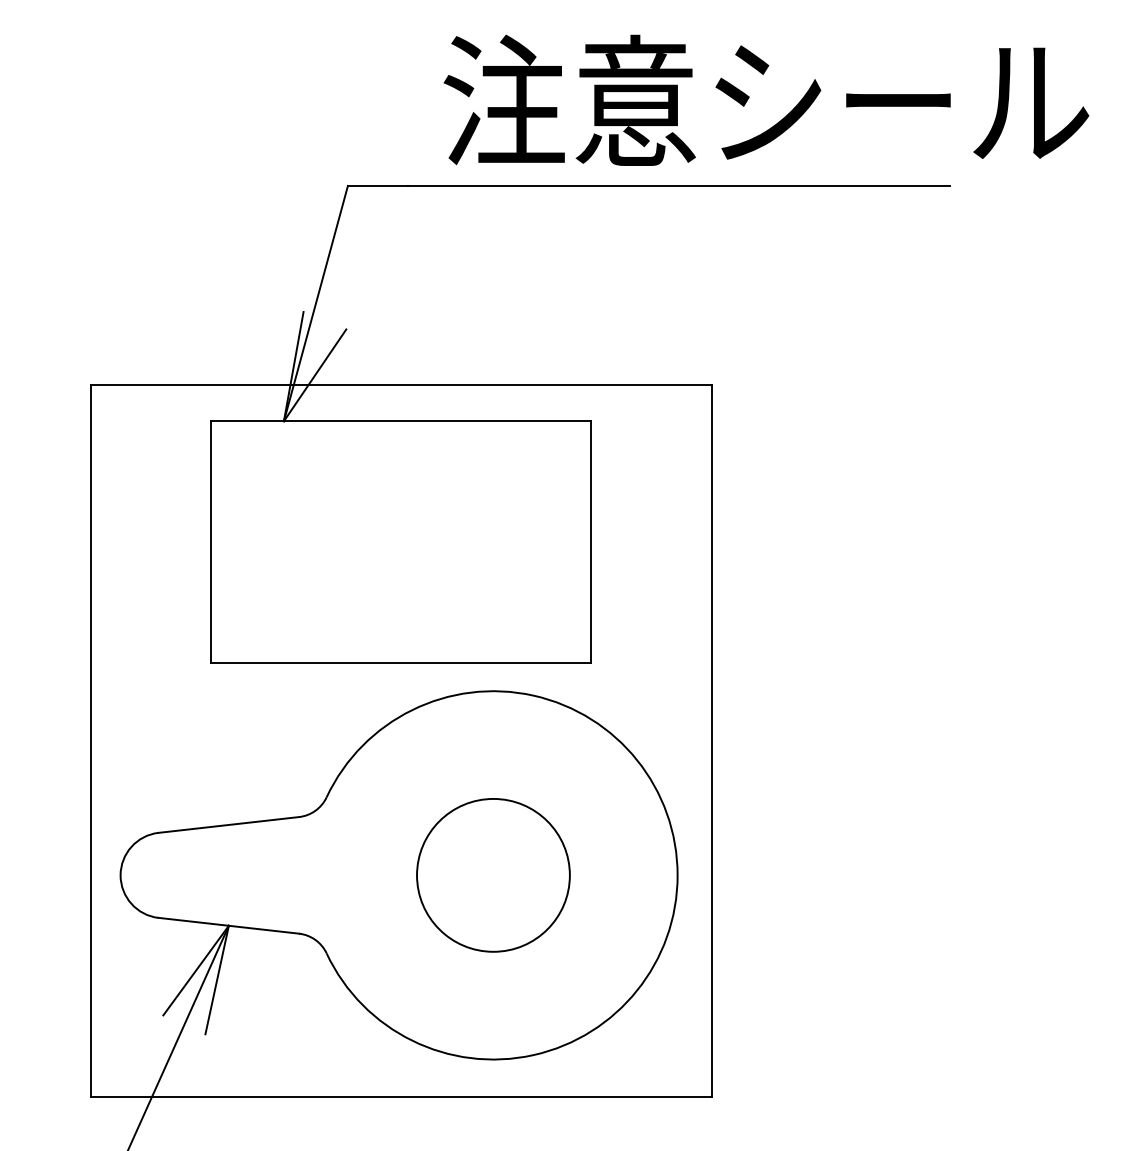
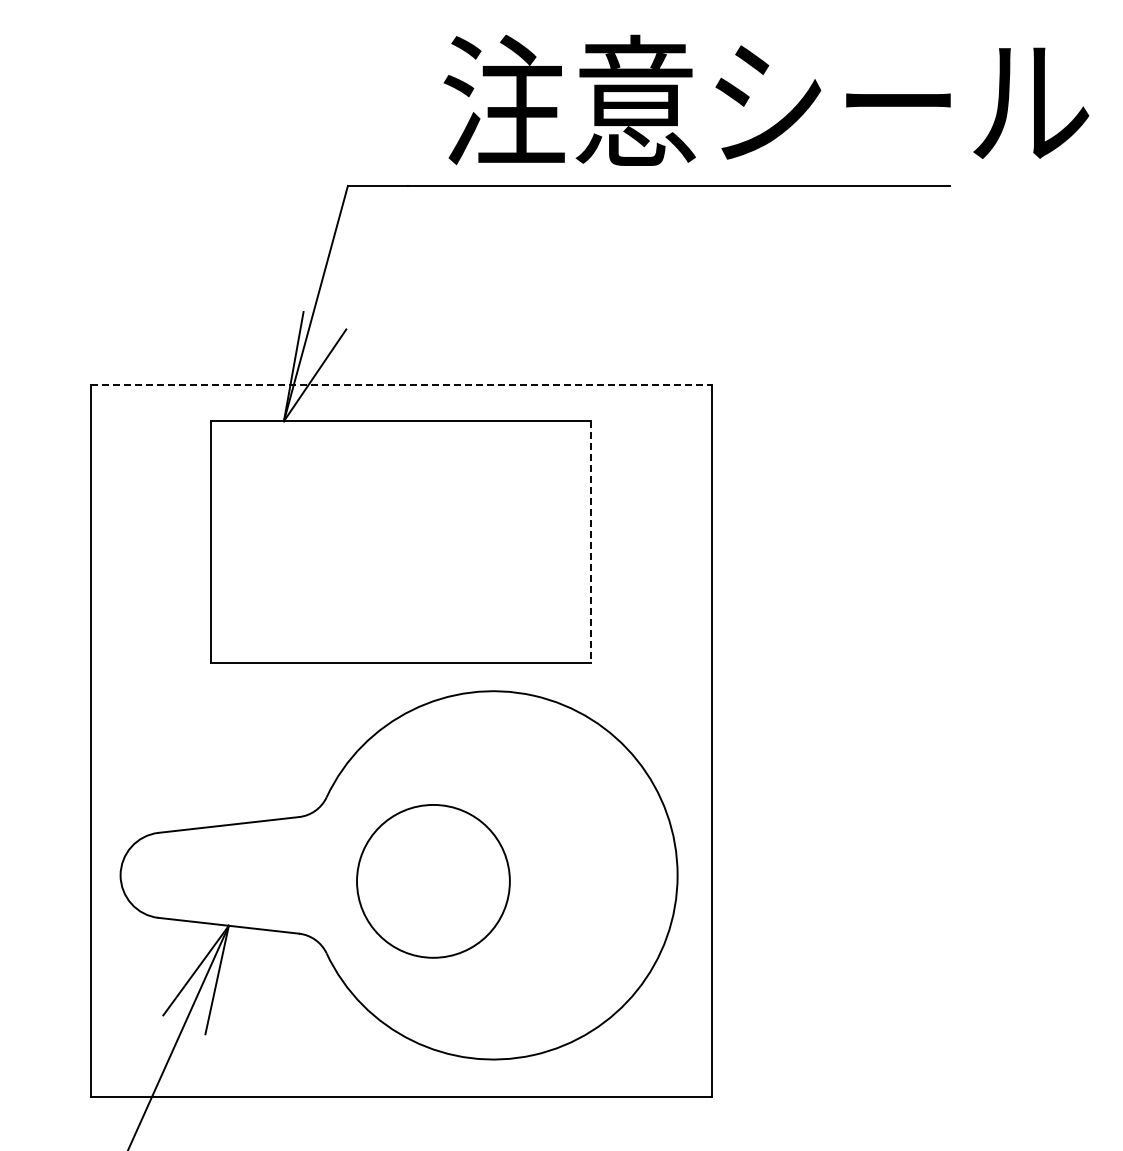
line at (401, 385): solid -> dashed
line at (591, 541): solid -> dashed
circle at (493, 875) position: (493, 875) -> (433, 881)
